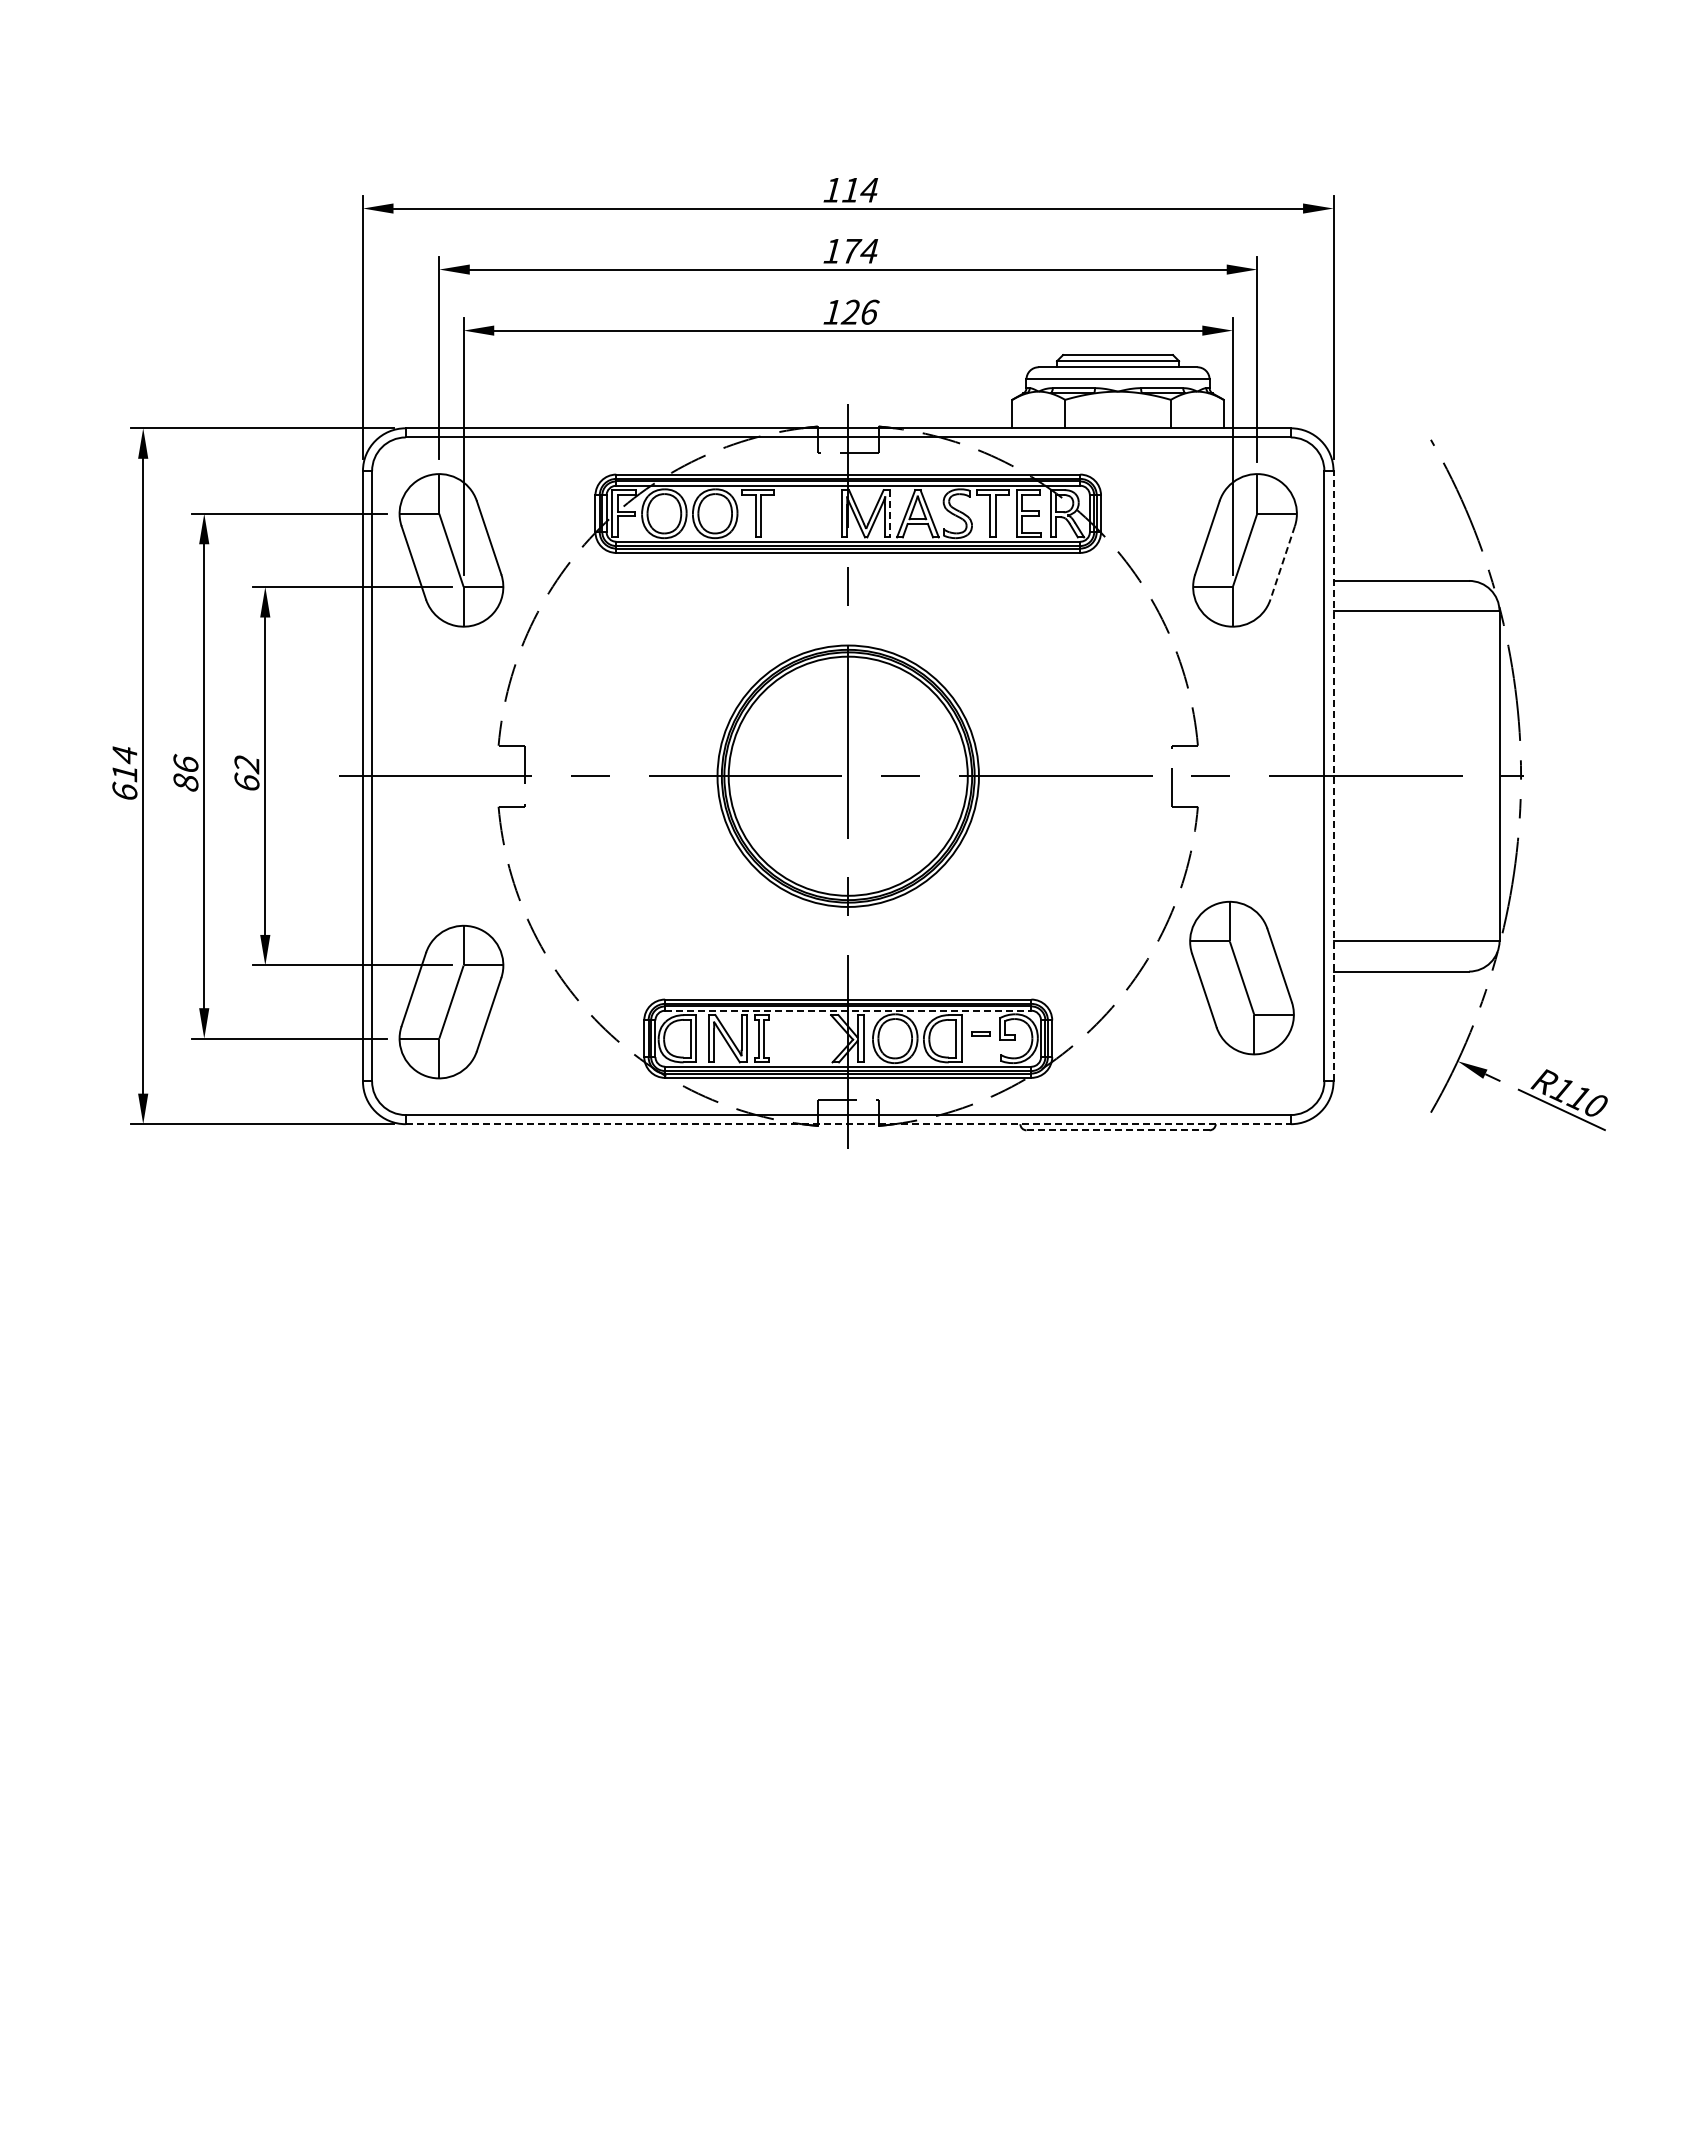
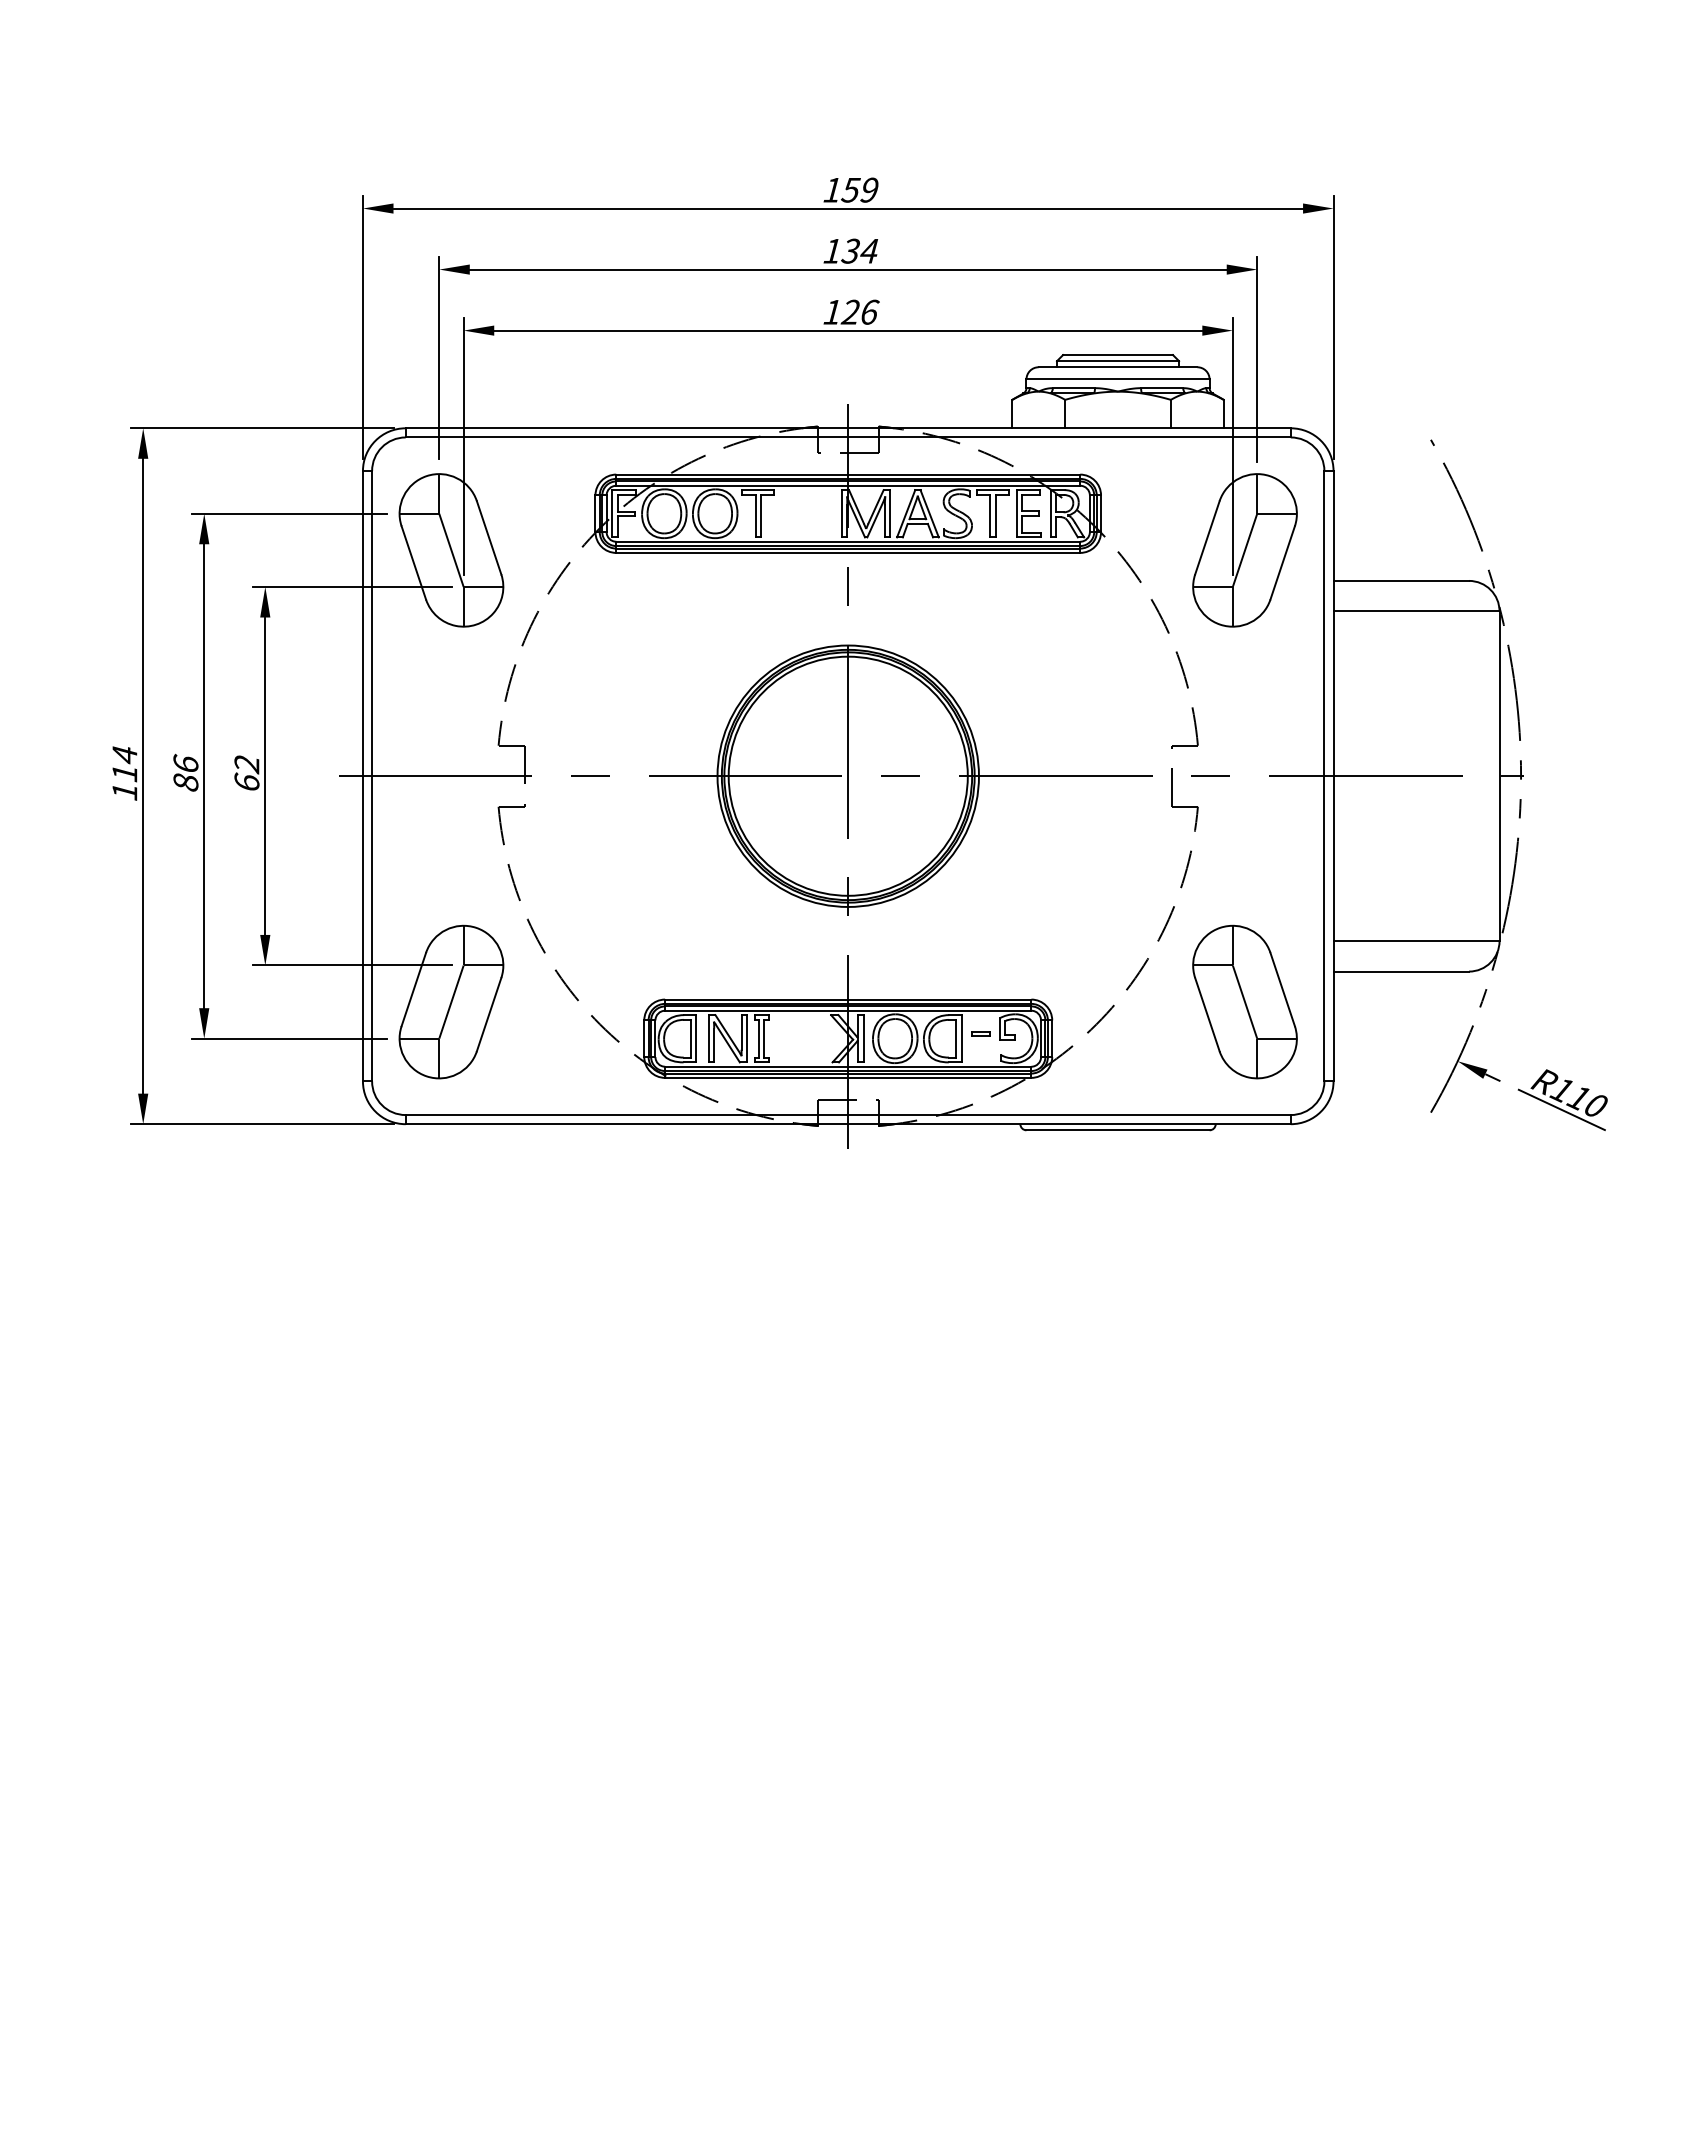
text at (859, 189): 114 -> 159
text at (851, 250): 174 -> 134
line at (890, 513): dashed -> solid
line at (1282, 562): dashed -> solid
line at (1333, 775): dashed -> solid
text at (124, 790): 614 -> 114
part at (1241, 977) position: (1241, 977) -> (1244, 1001)
line at (848, 1010): dashed -> solid
line at (848, 1124): dashed -> solid
line at (1118, 1130): dashed -> solid
